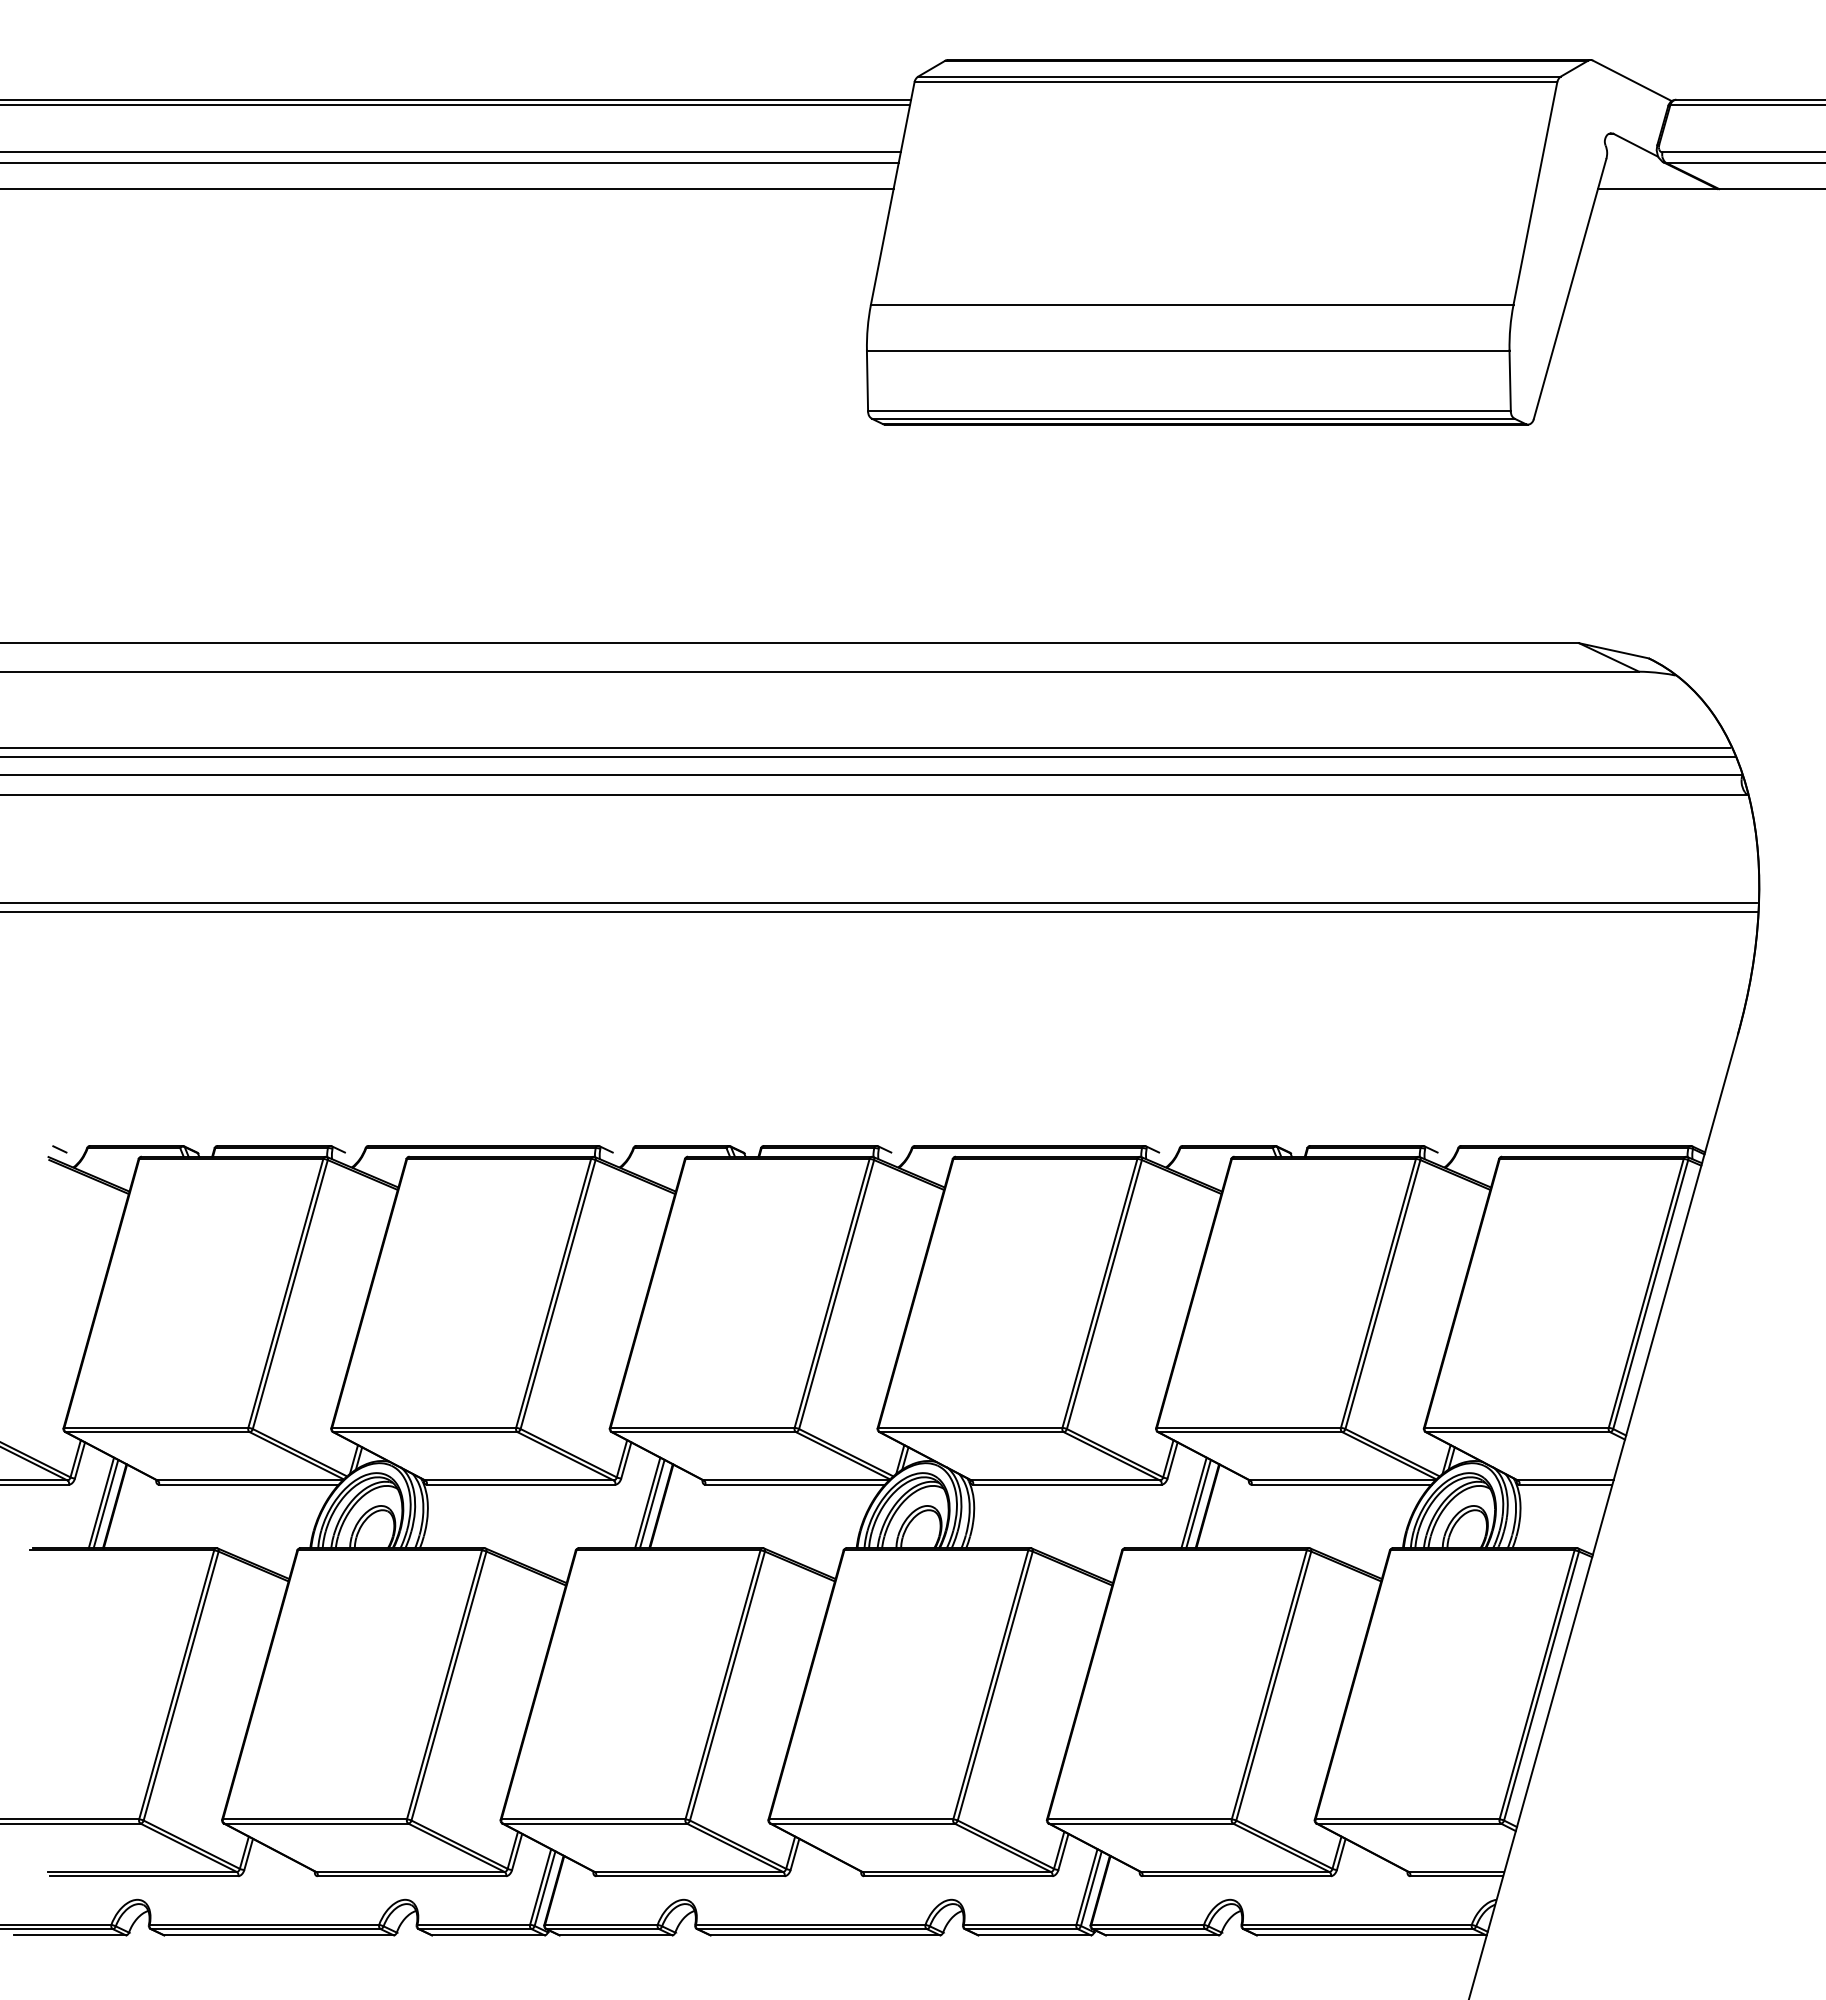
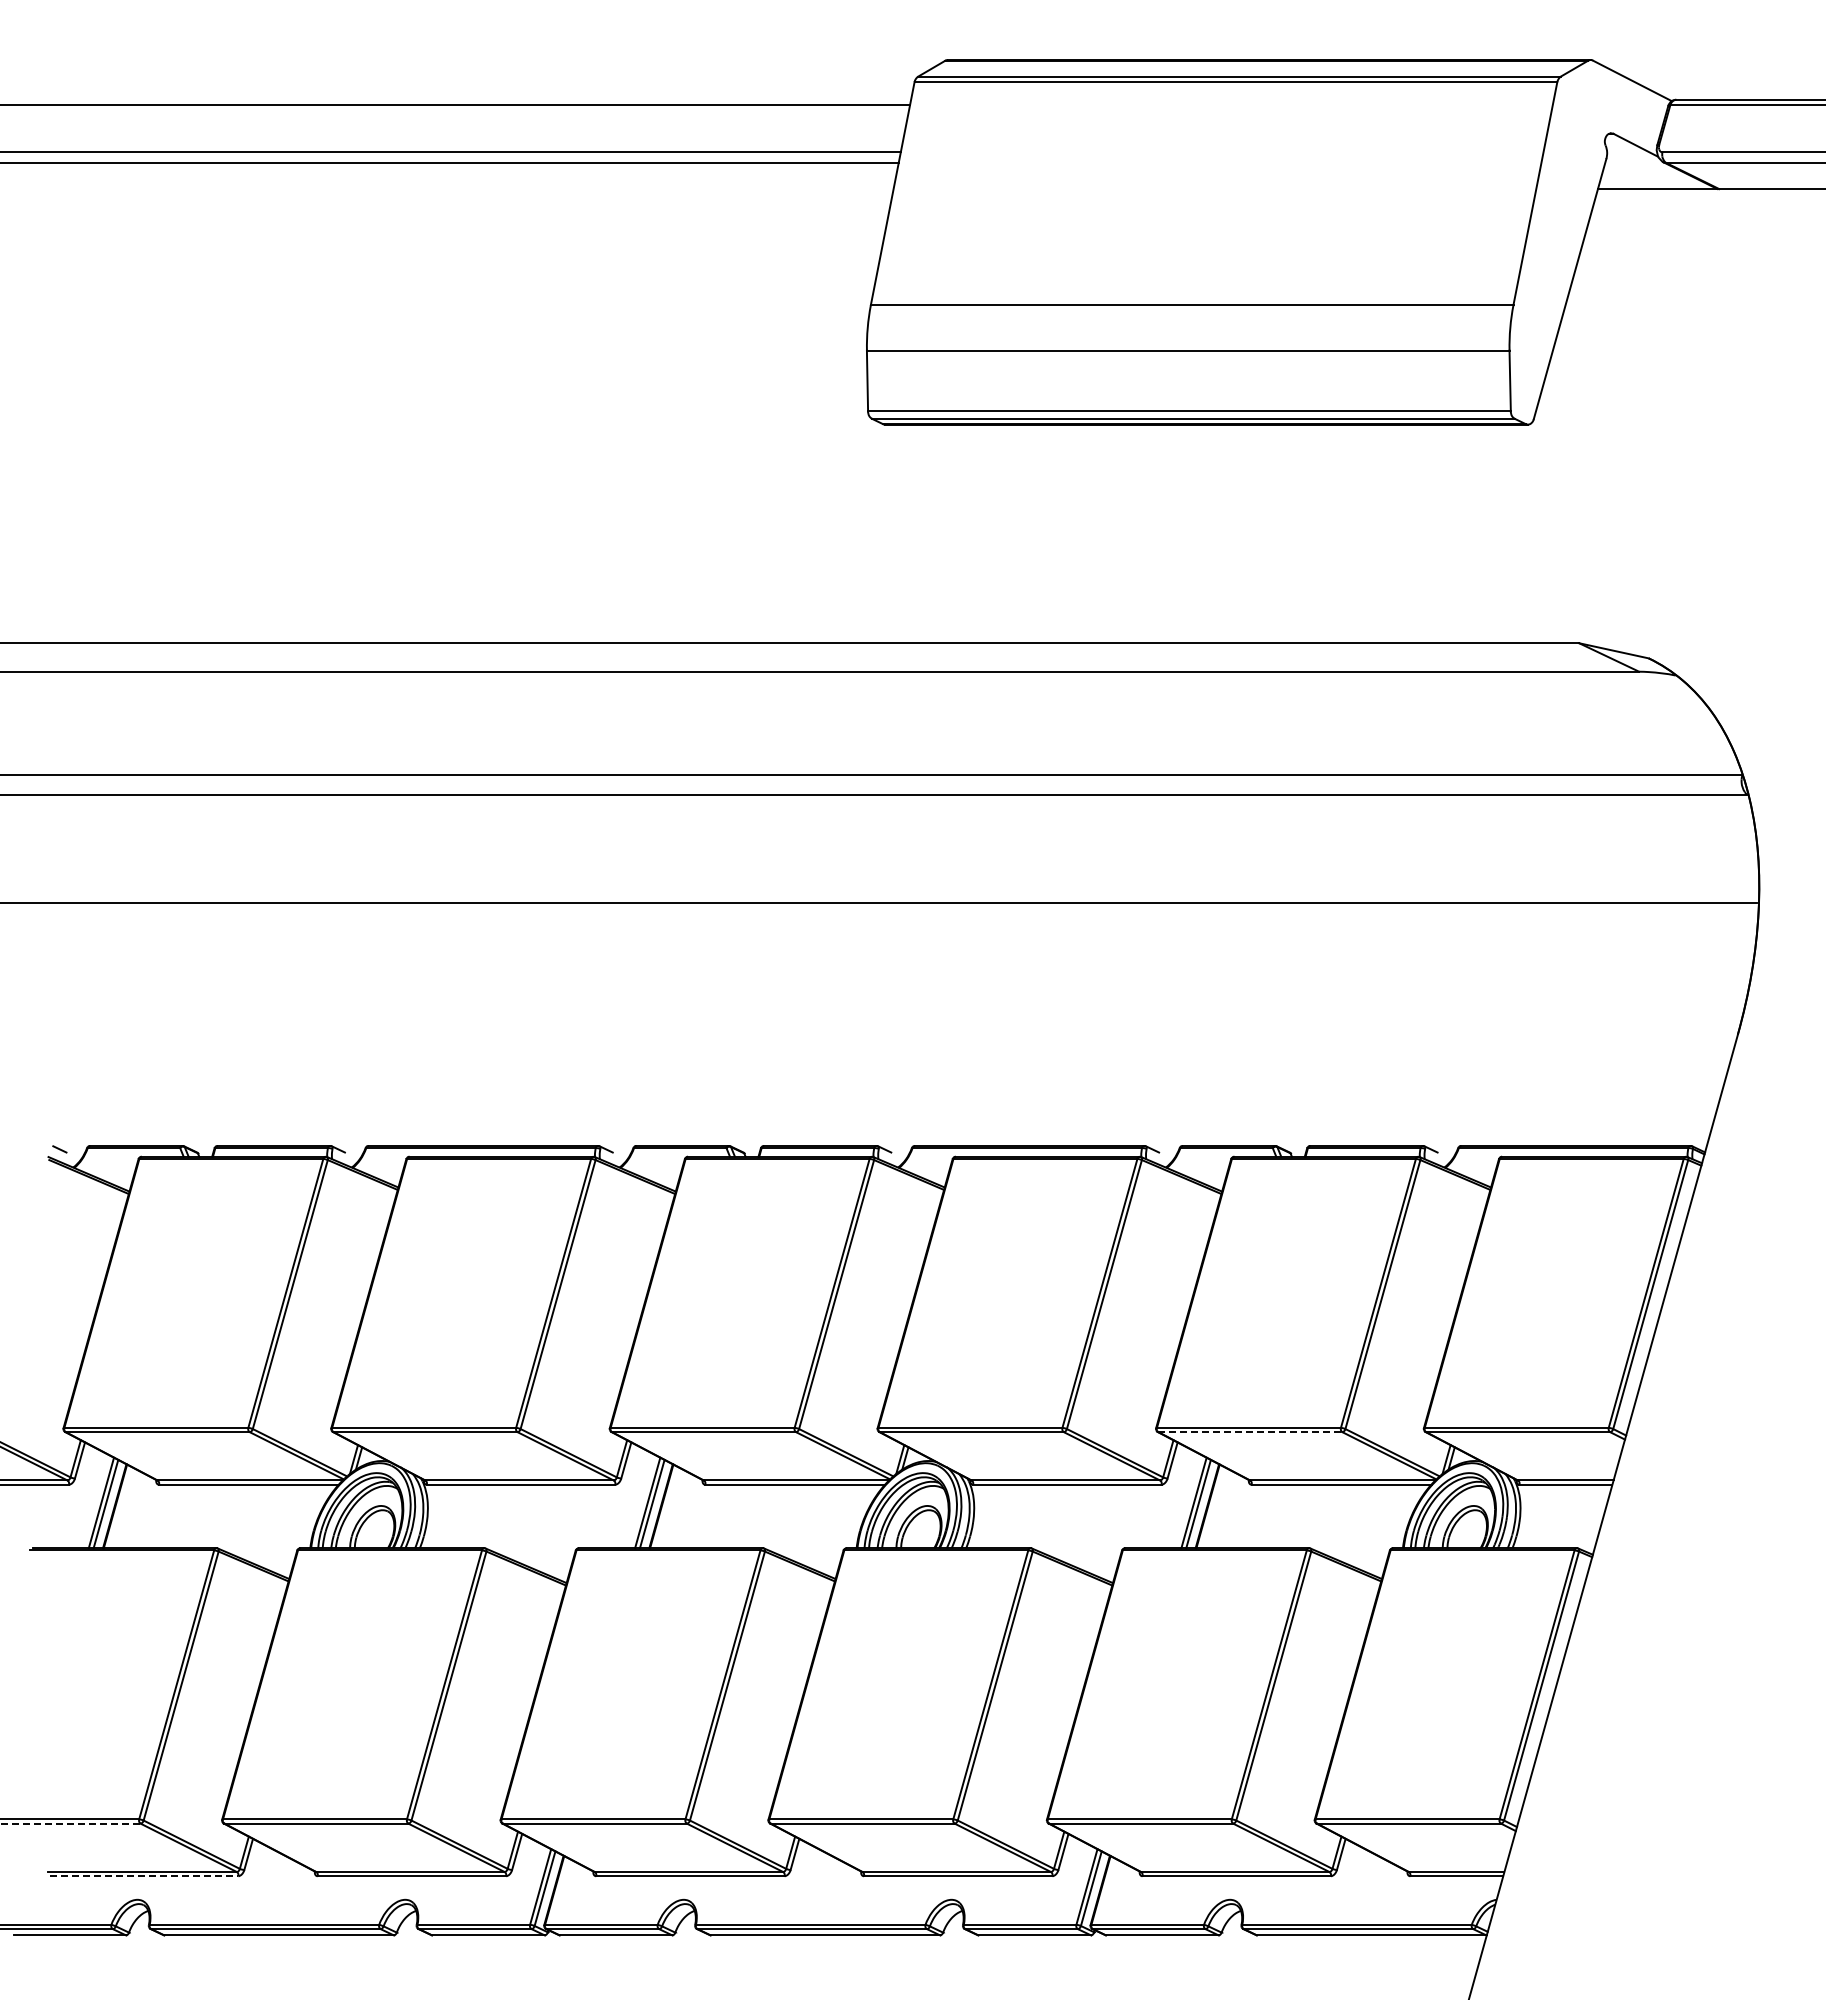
line at (456, 99): present -> none
line at (447, 189): present -> none
line at (866, 747): present -> none
line at (869, 757): present -> none
line at (879, 912): present -> none
line at (1250, 1432): solid -> dashed
line at (70, 1823): solid -> dashed
line at (144, 1876): solid -> dashed
